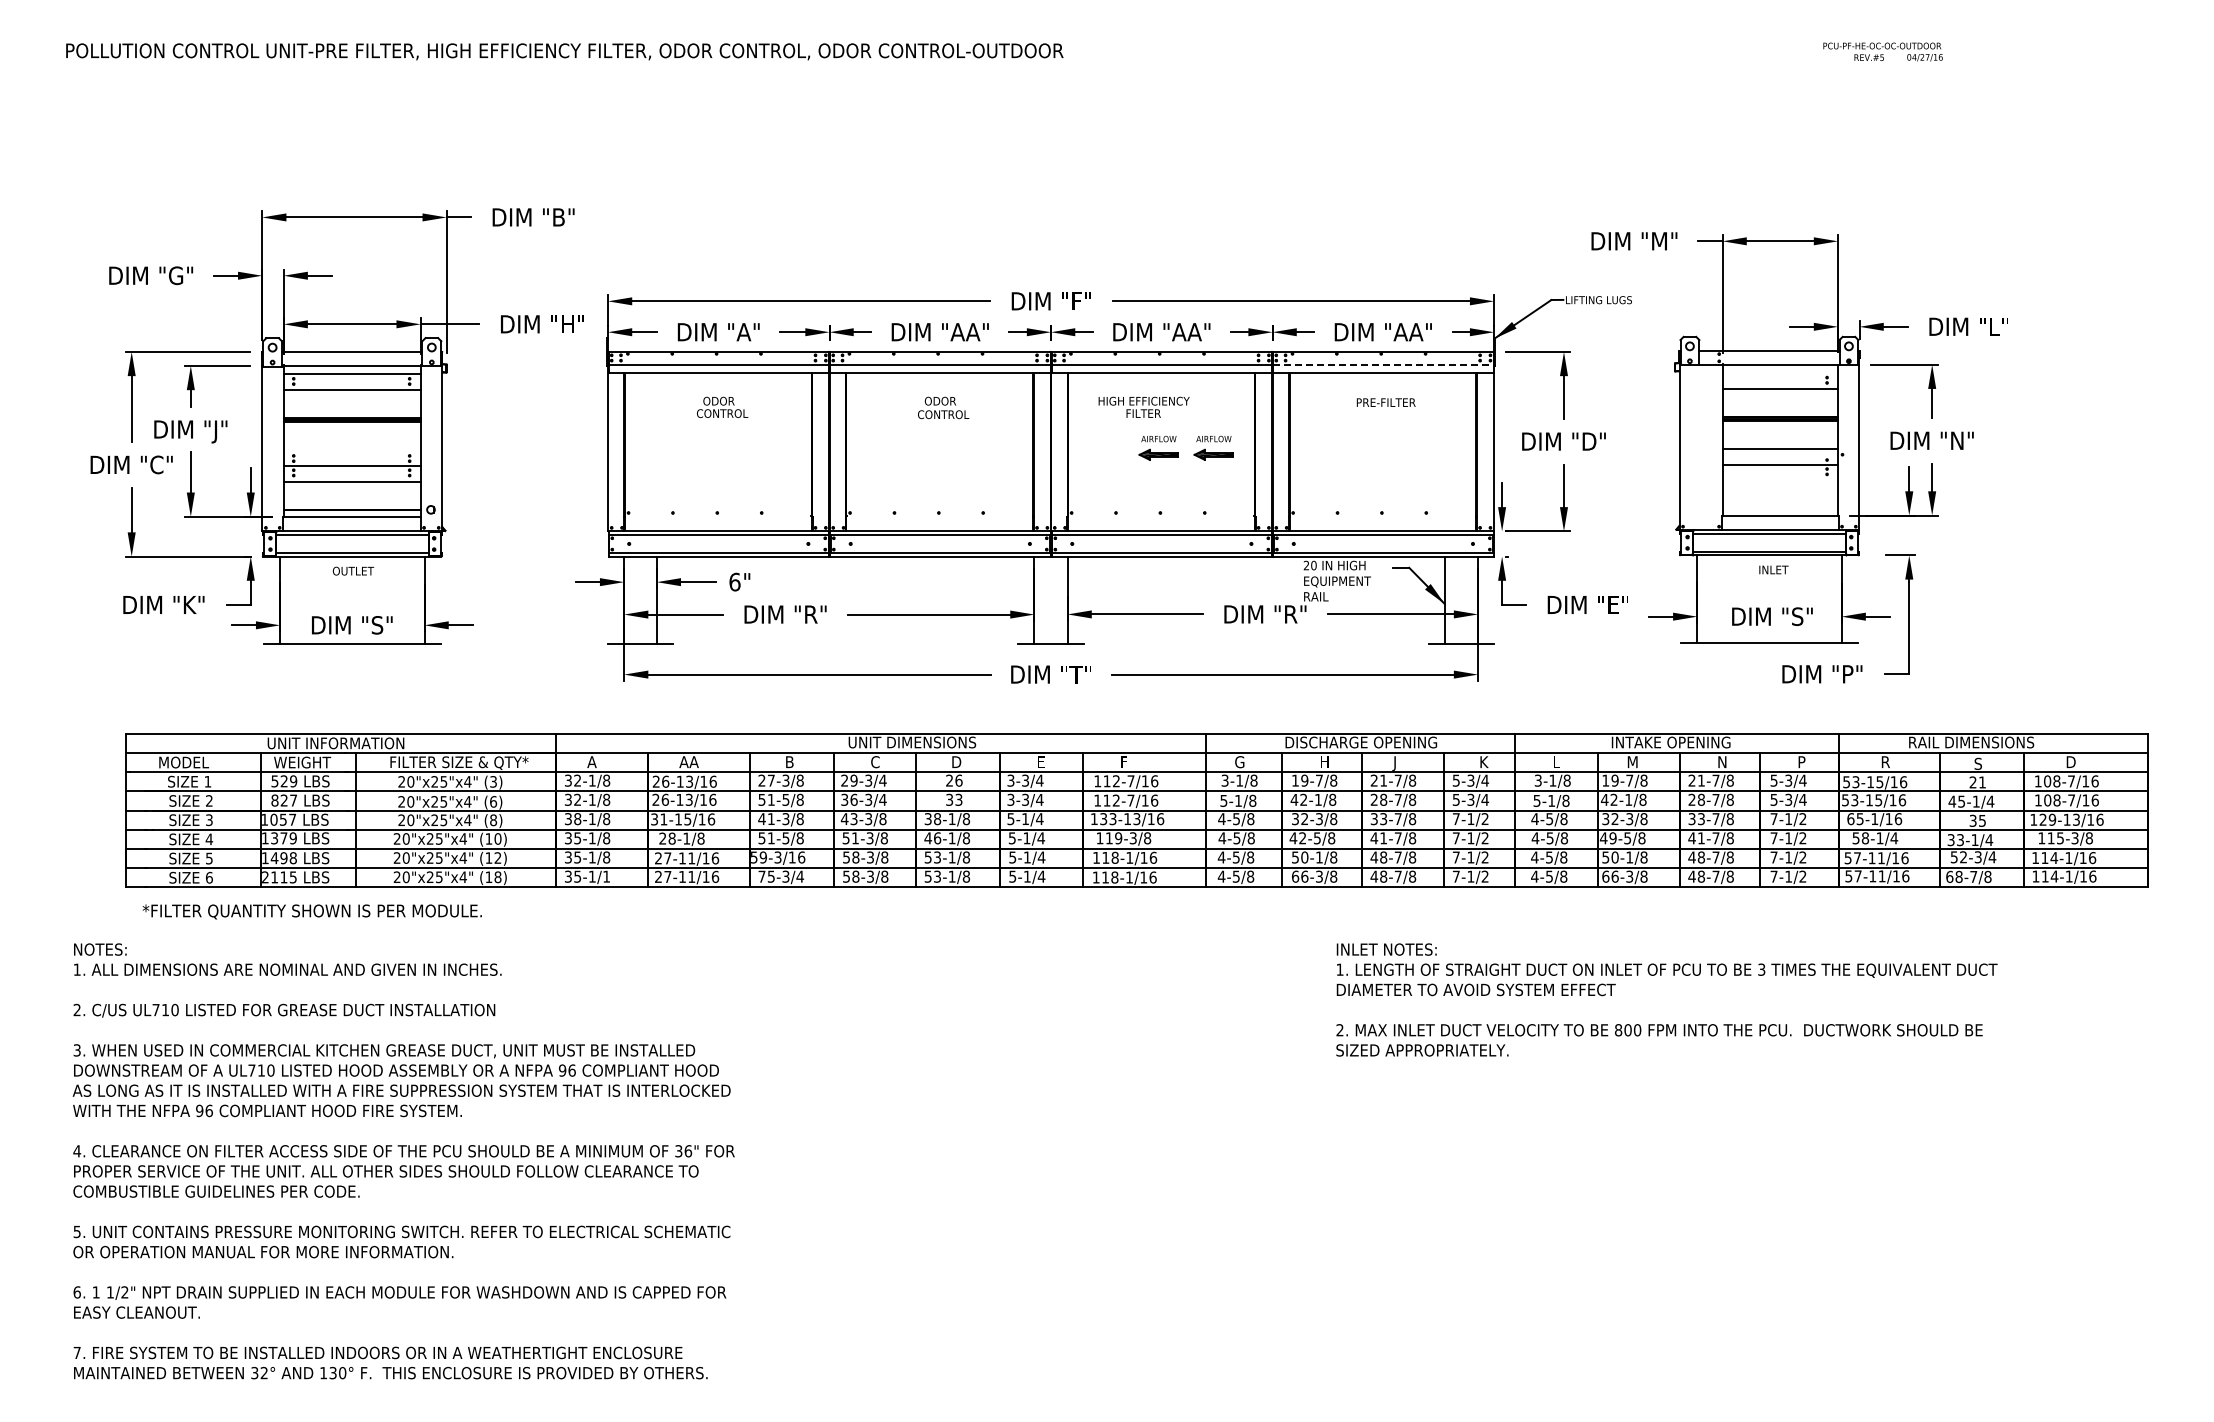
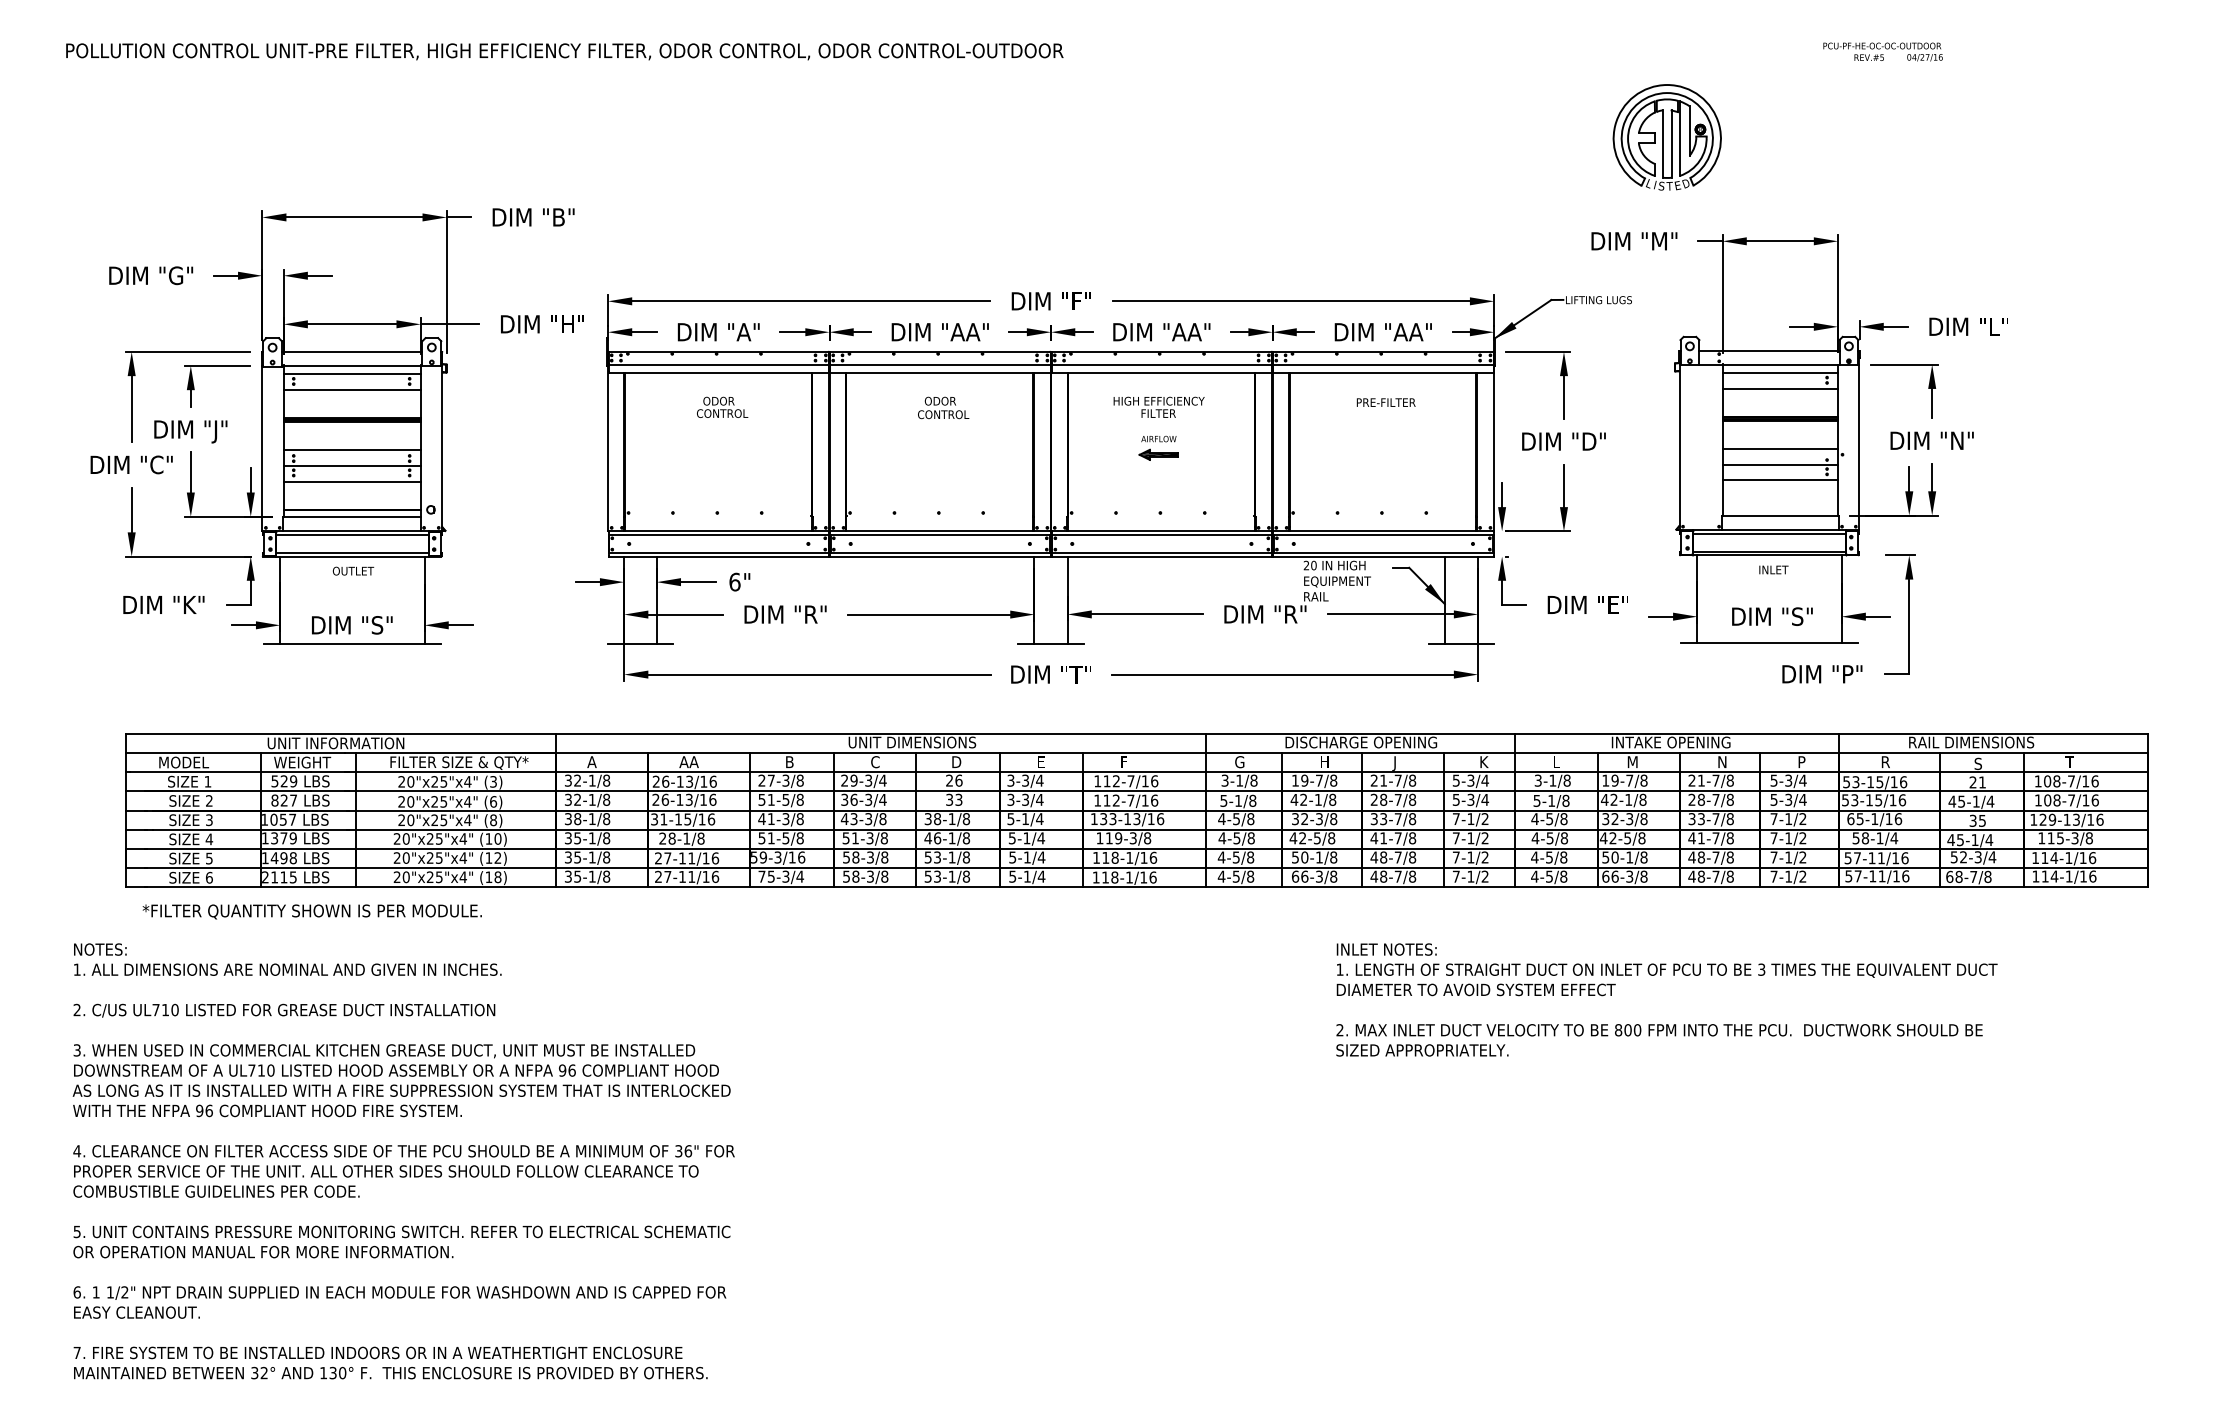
part at (1666, 137): none -> present
line at (1383, 364): dashed -> solid
line at (1780, 373): none -> present
text at (1143, 406) position: (1143, 406) -> (1158, 406)
part at (1213, 447): present -> none
line at (351, 449): none -> present
line at (1780, 480): none -> present
text at (2070, 762): D -> T
text at (1612, 838): 49-5/8 -> 42-5/8
text at (1955, 840): 33-1/4 -> 45-1/4
text at (606, 876): 35-1/1 -> 35-1/8
